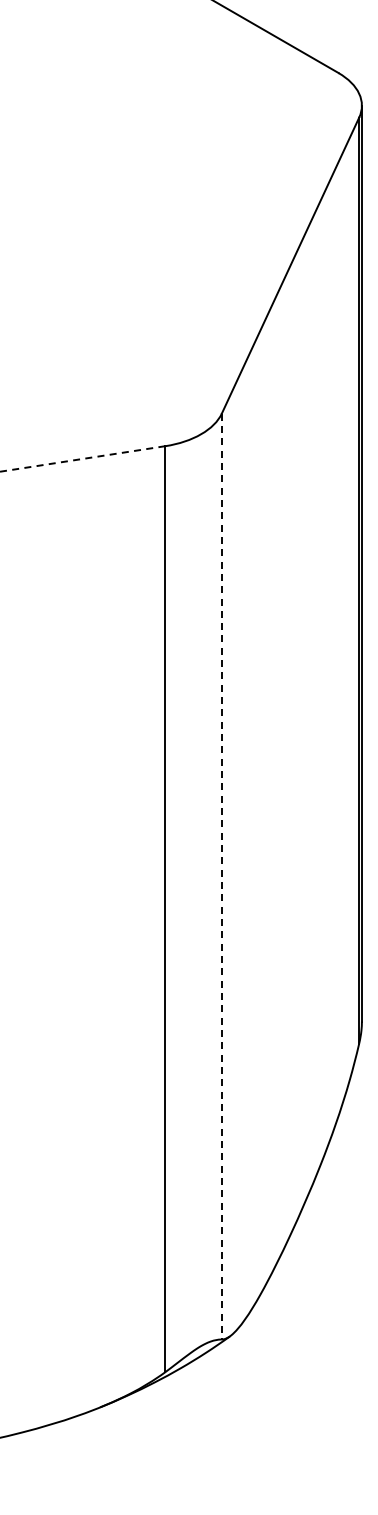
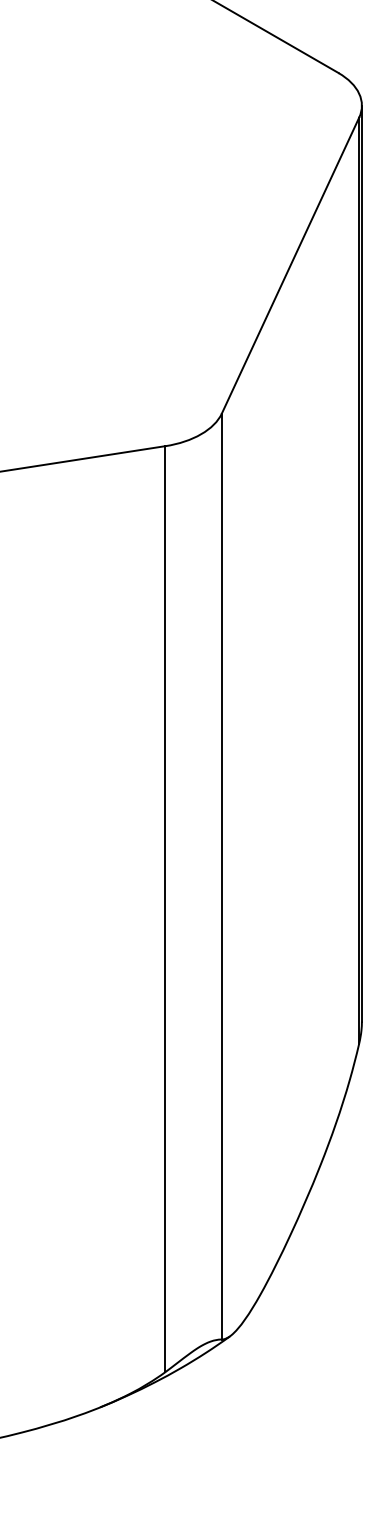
line at (82, 459): dashed -> solid
line at (221, 877): dashed -> solid
